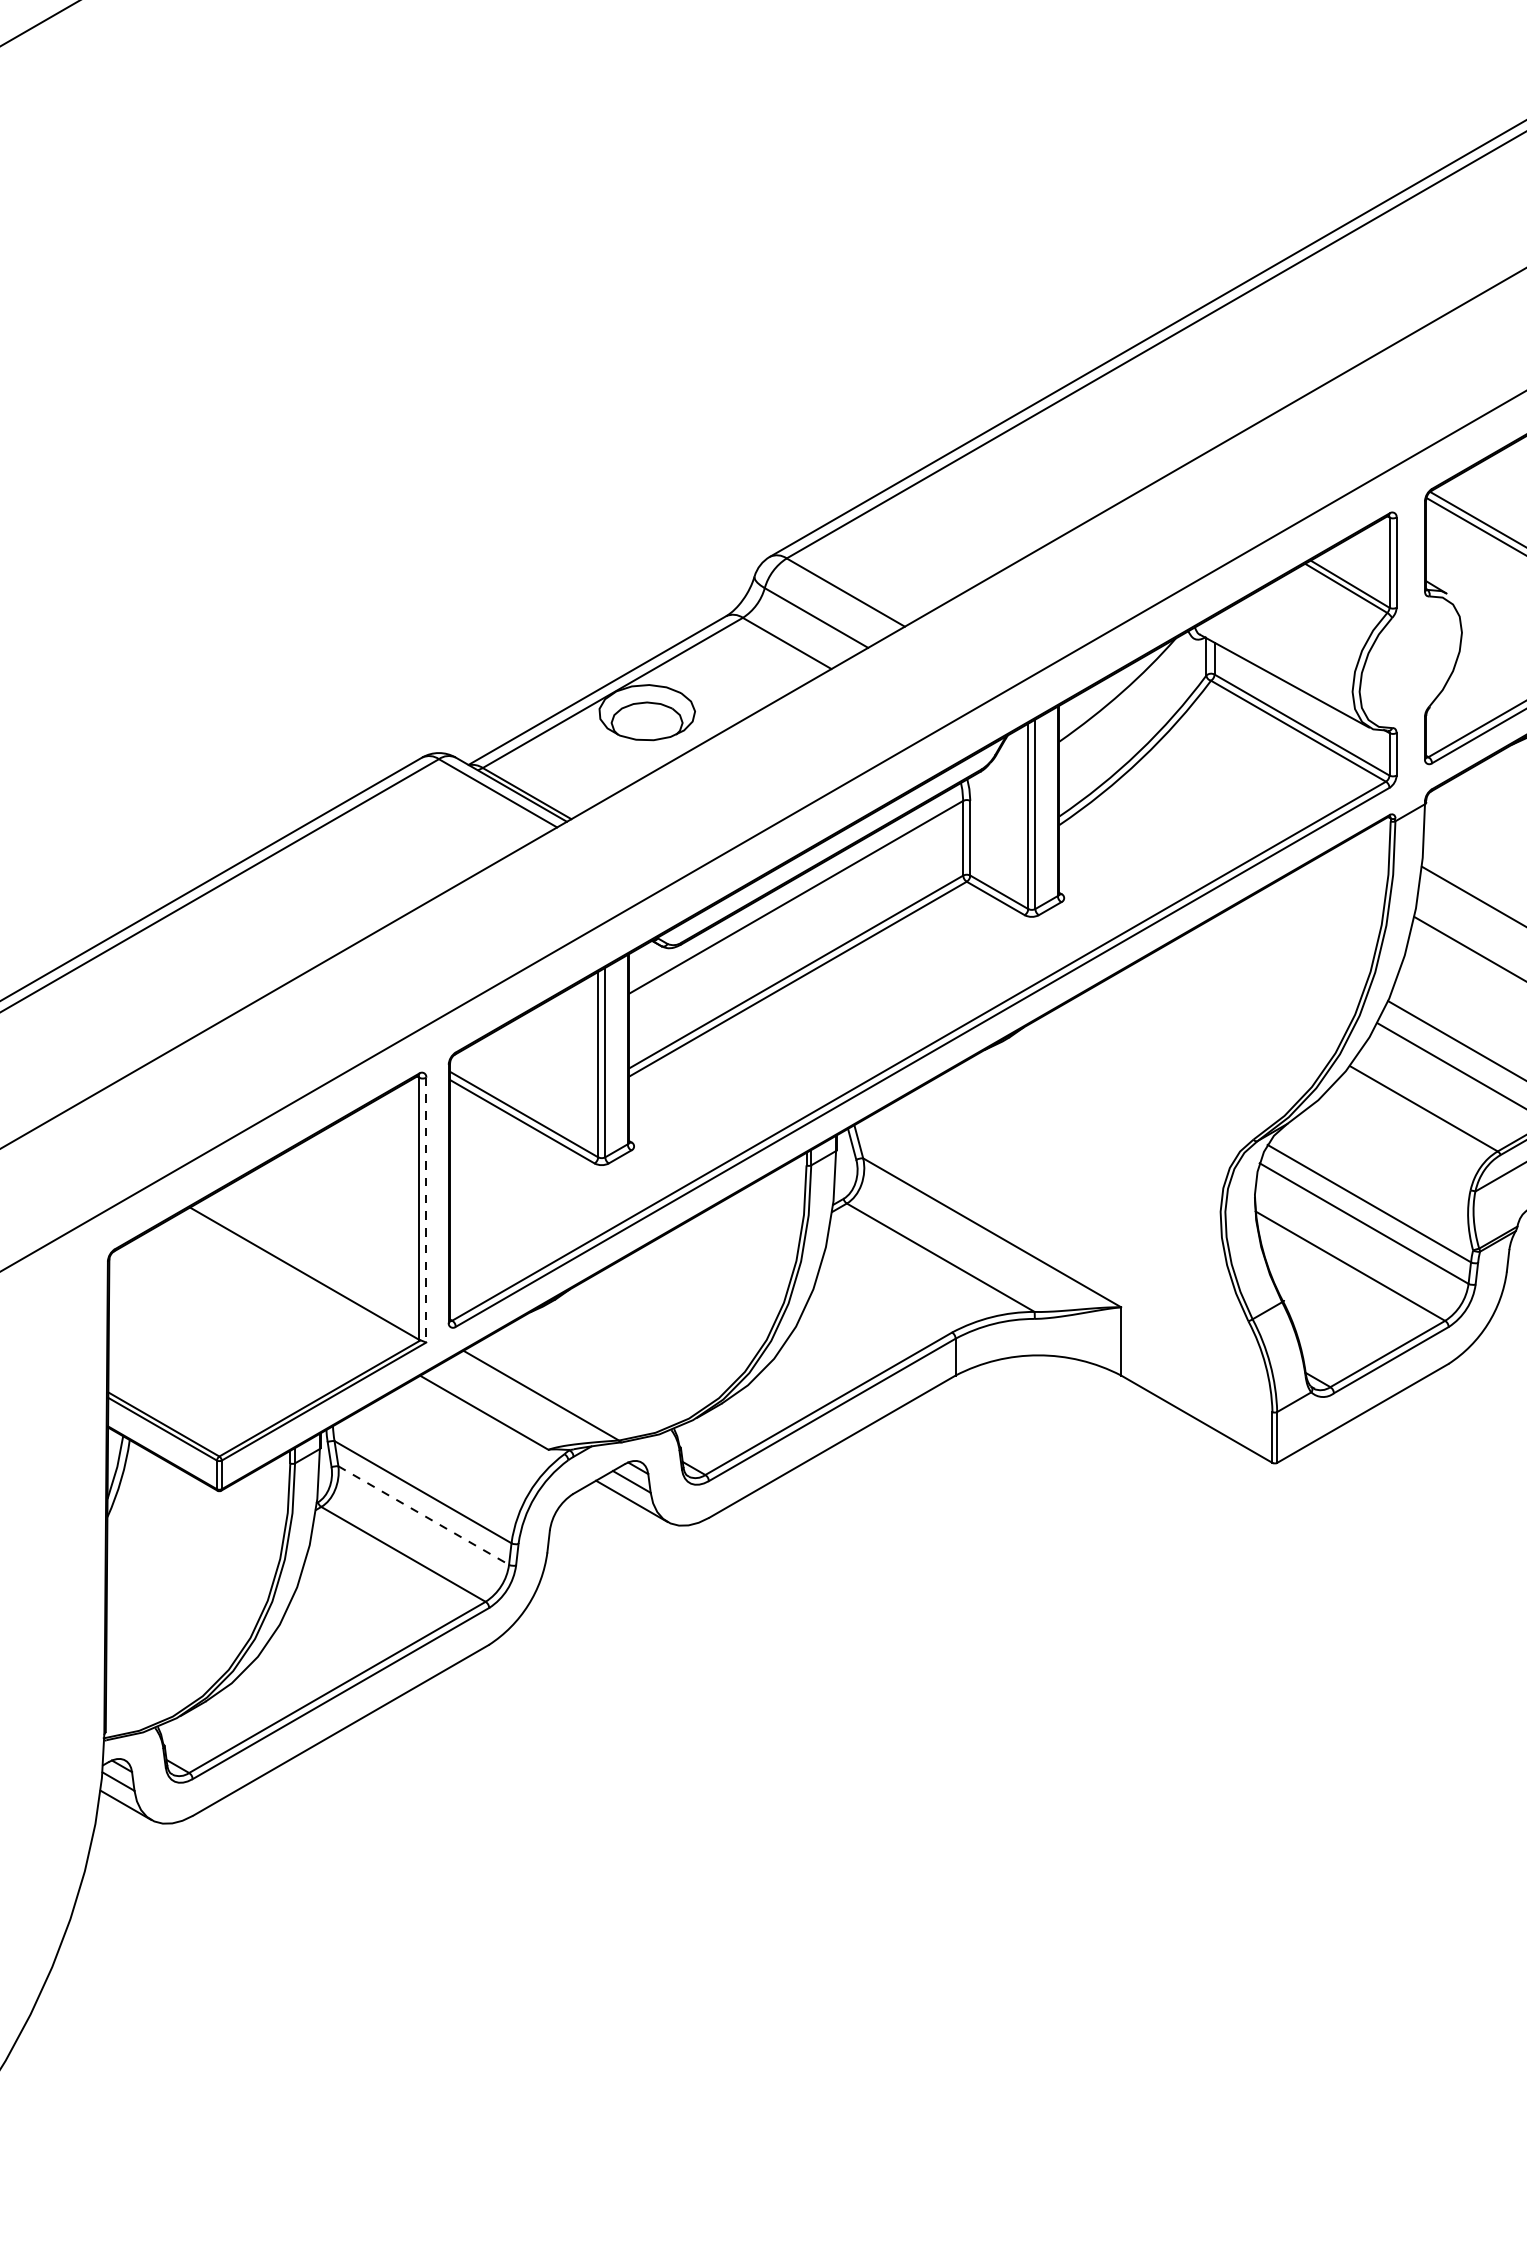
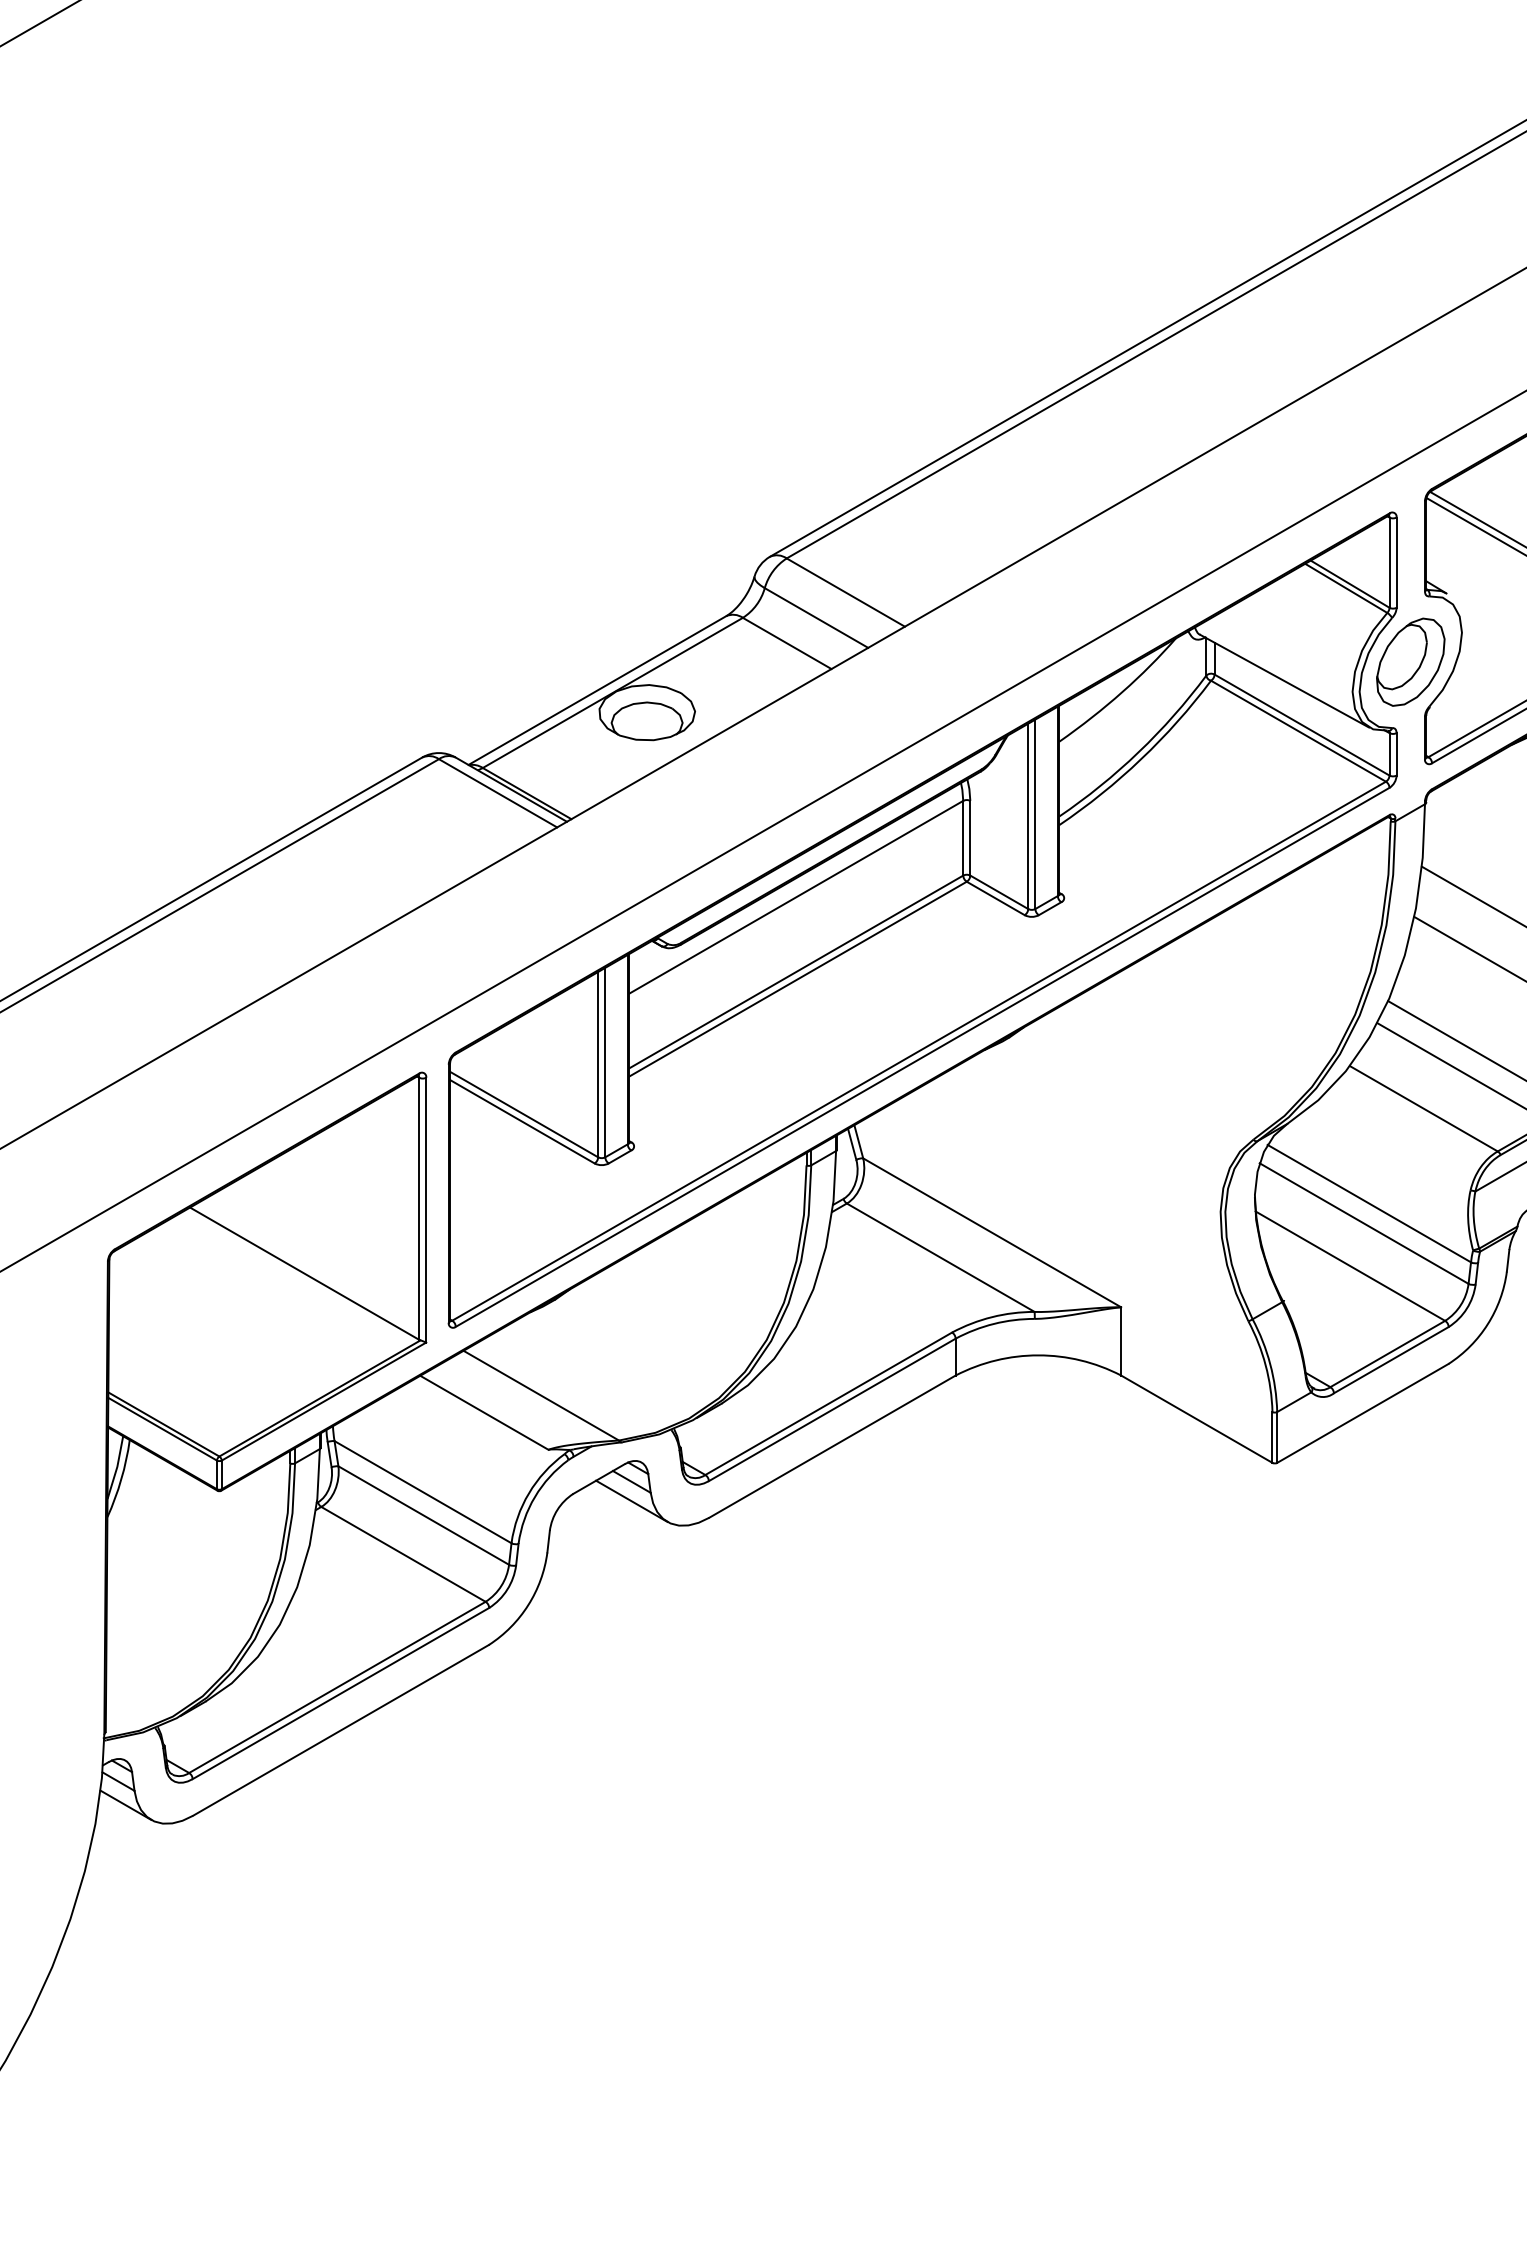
part at (1410, 661): none -> present
line at (426, 1210): dashed -> solid
line at (423, 1515): dashed -> solid
